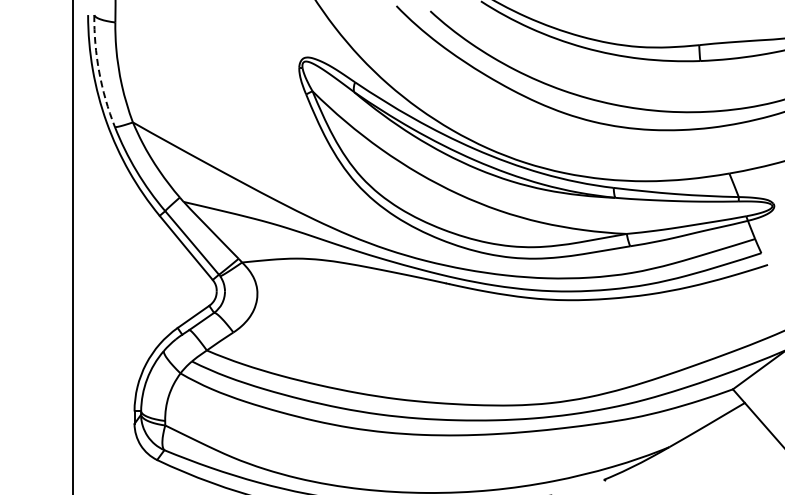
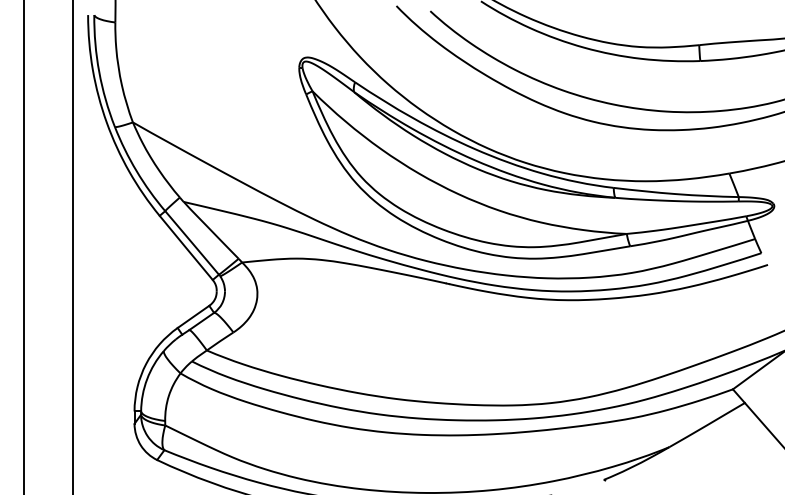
arc at (99, 72): dashed -> solid
line at (23, 246): none -> present
